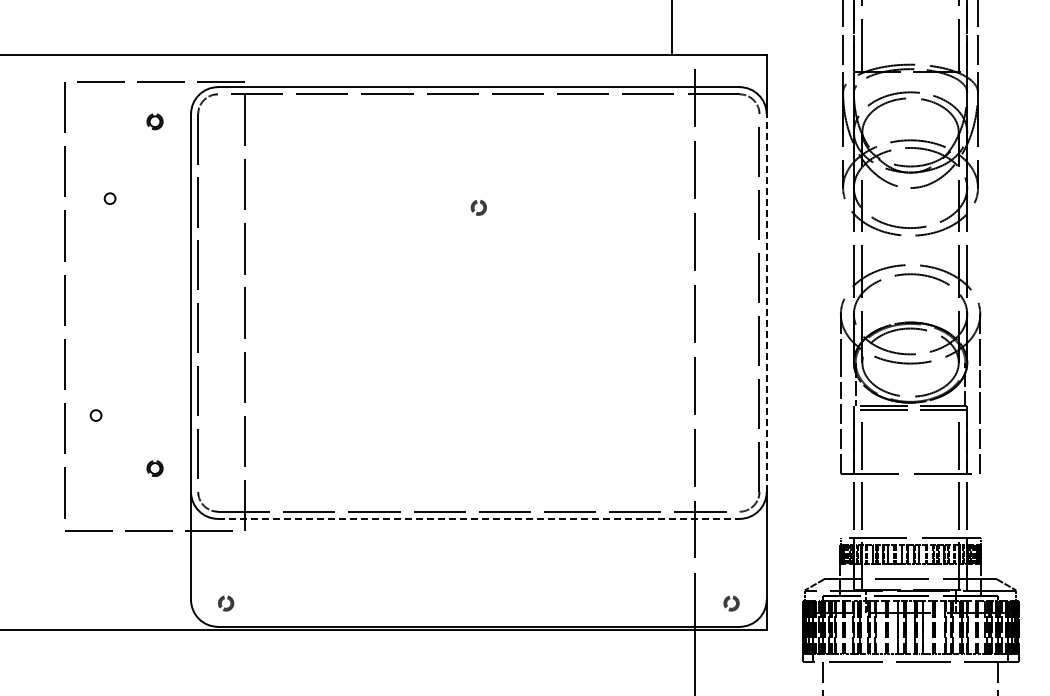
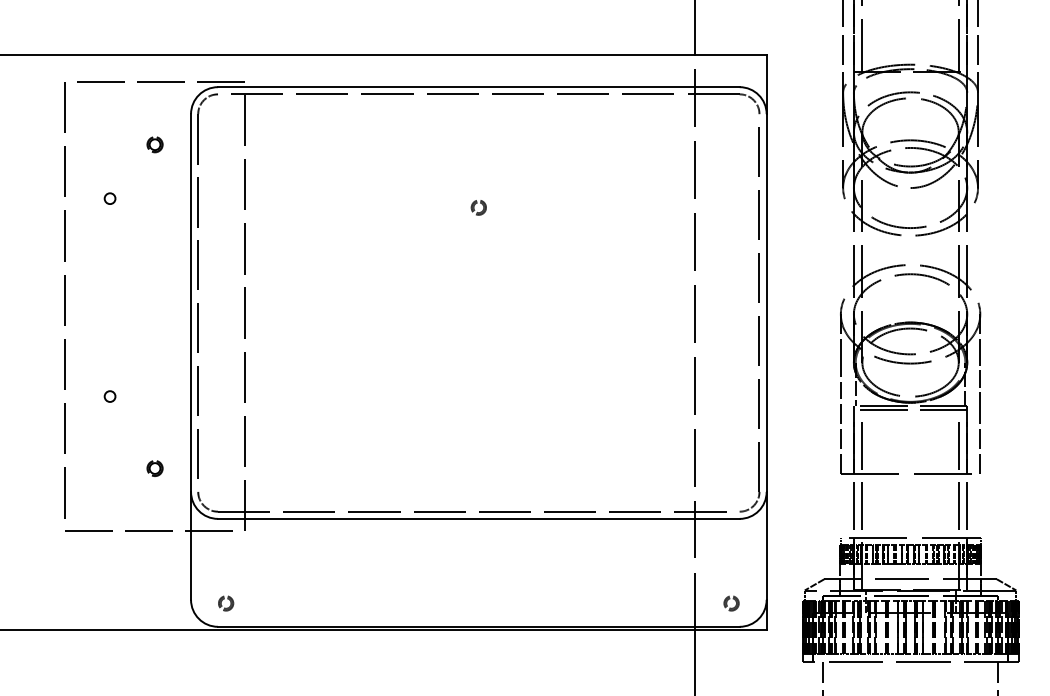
line at (671, 28) position: (671, 28) -> (694, 28)
part at (154, 121) position: (154, 121) -> (154, 144)
line at (766, 303): dashed -> solid
circle at (95, 415) position: (95, 415) -> (109, 396)
line at (478, 518): dashed -> solid
